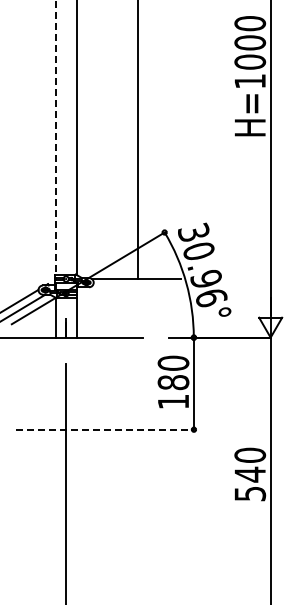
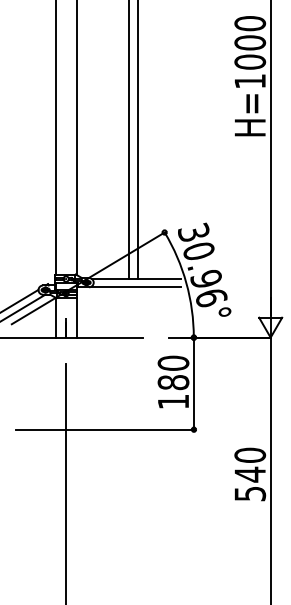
line at (55, 137): dashed -> solid
line at (129, 140): none -> present
line at (135, 286): none -> present
line at (105, 429): dashed -> solid
